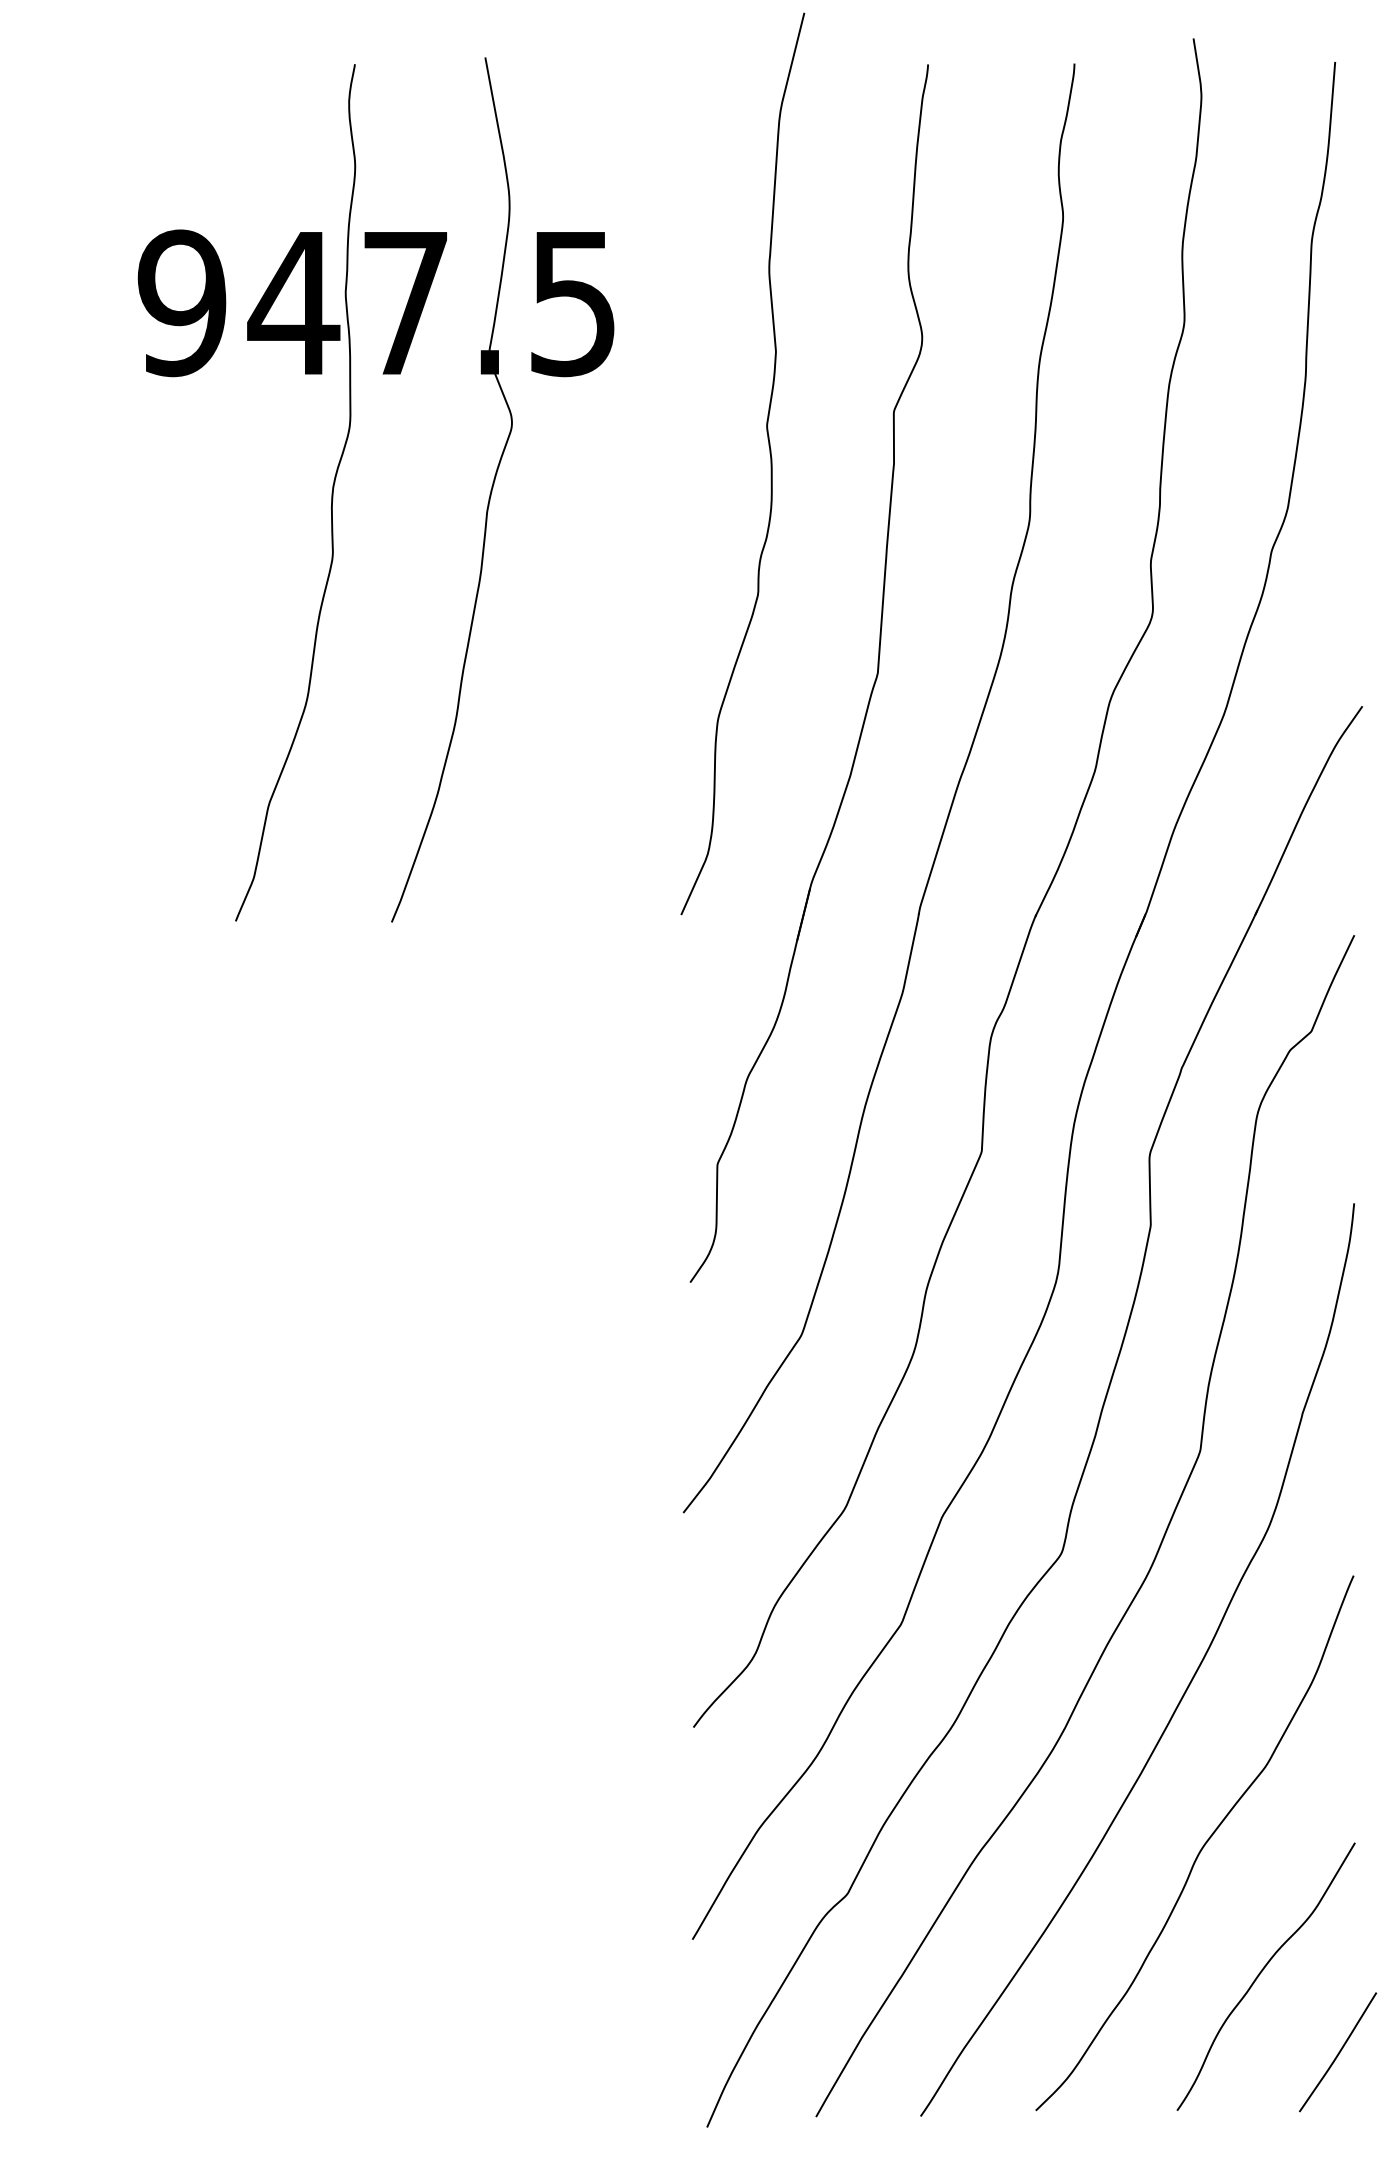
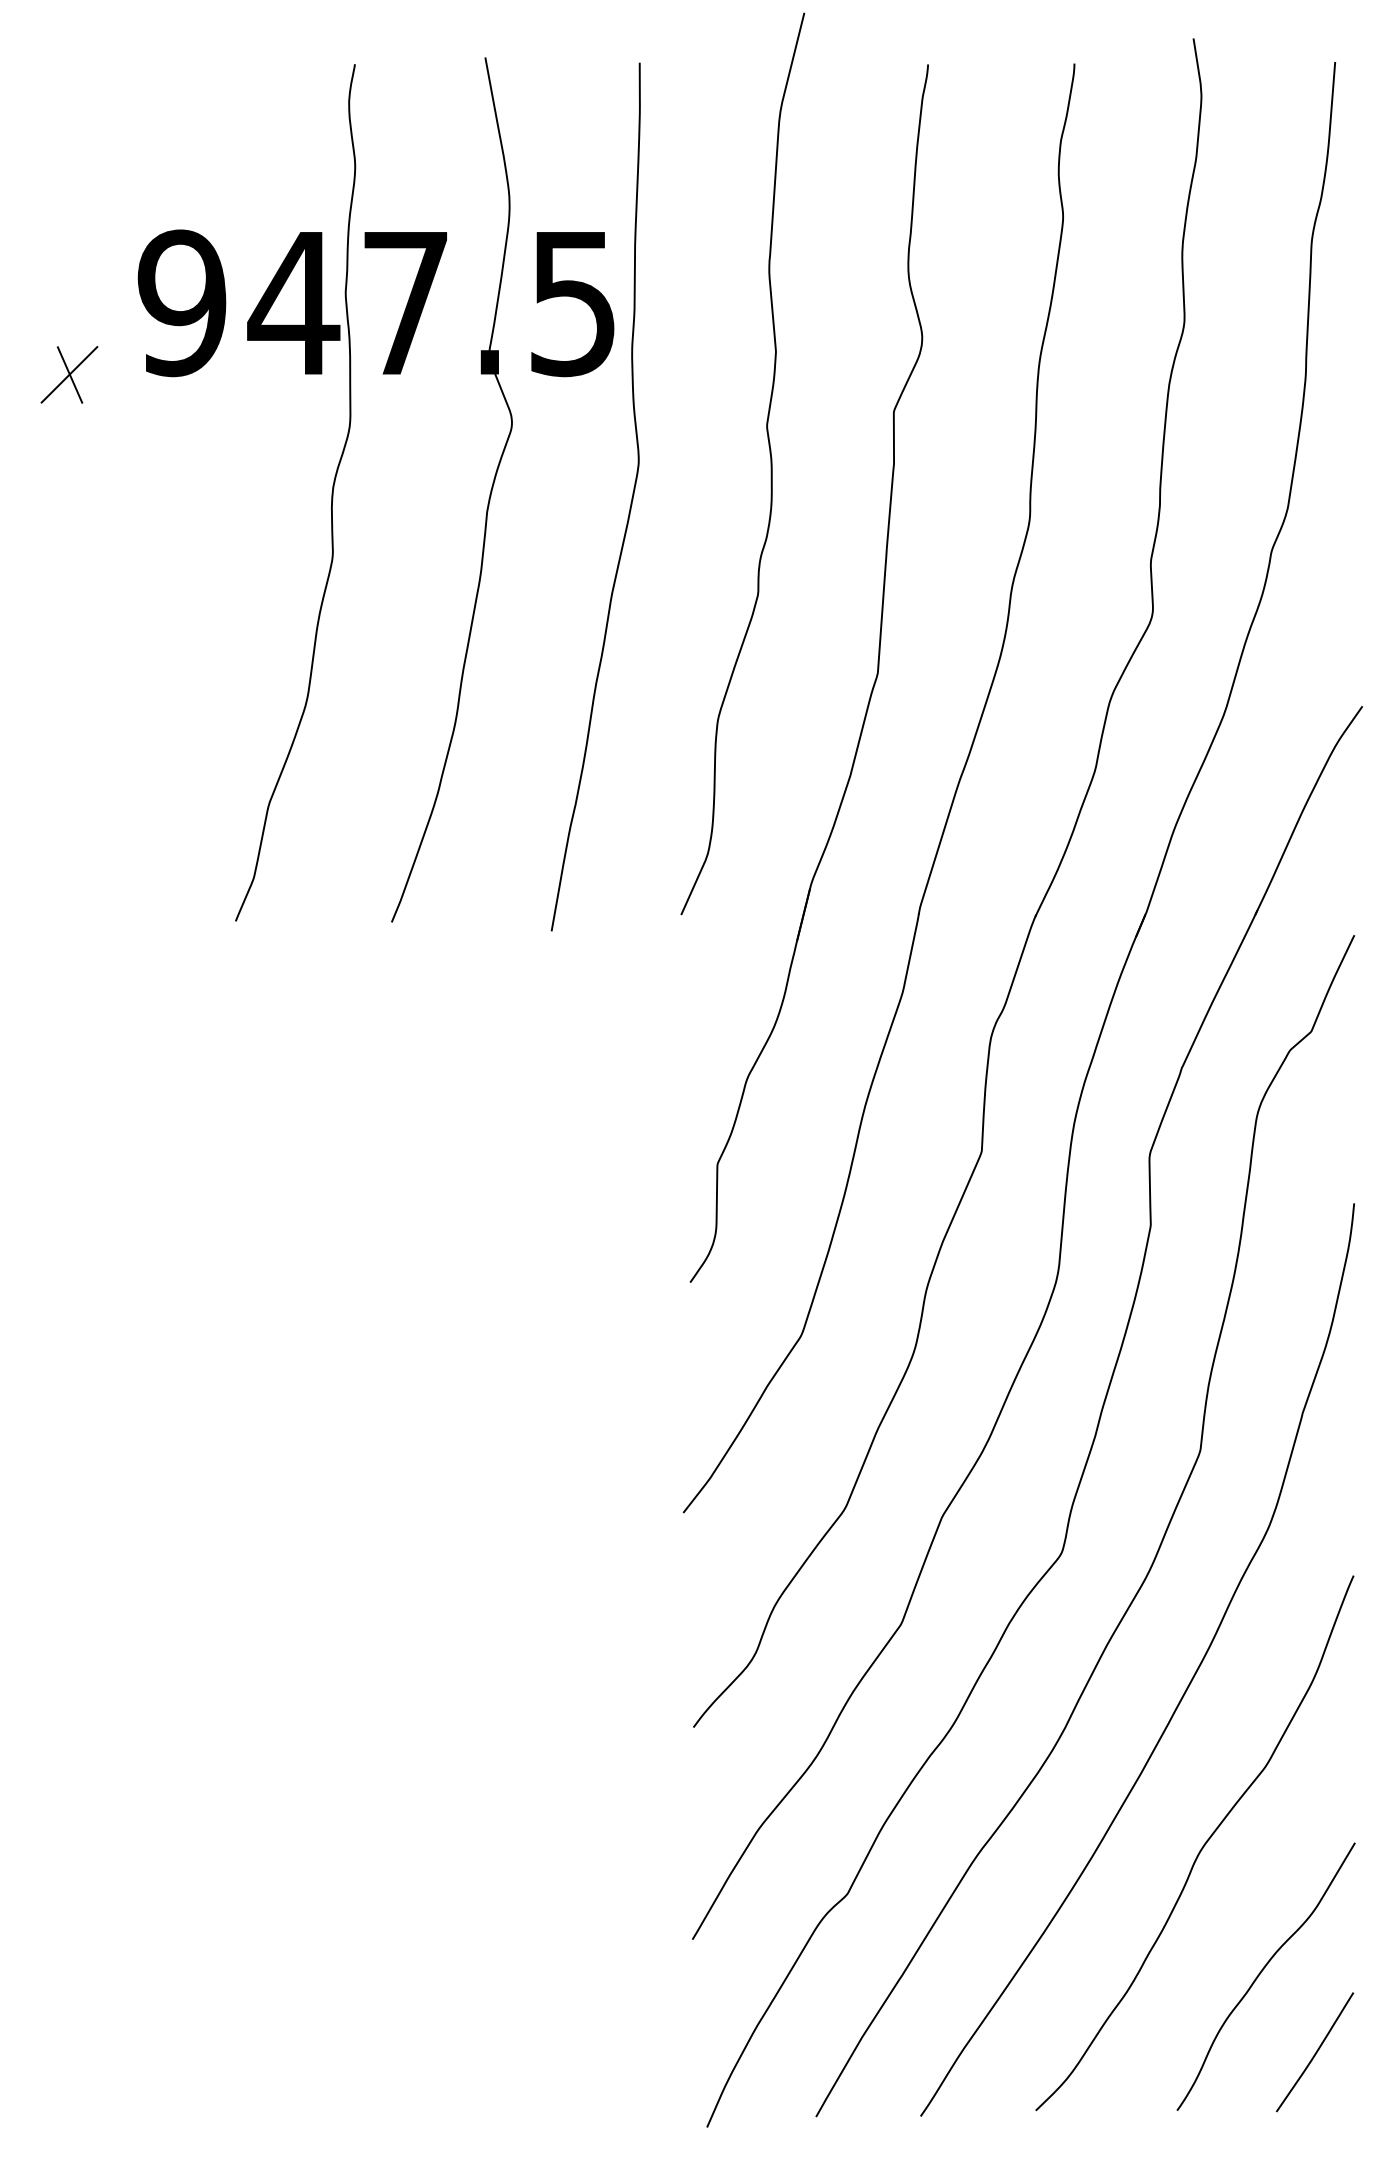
part at (69, 374): none -> present
curve at (630, 502): none -> present
curve at (1338, 2052) position: (1338, 2052) -> (1315, 2052)
